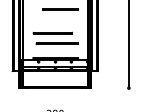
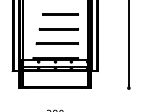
line at (60, 9) position: (60, 9) -> (60, 14)
line at (52, 32) position: (52, 32) -> (58, 28)
